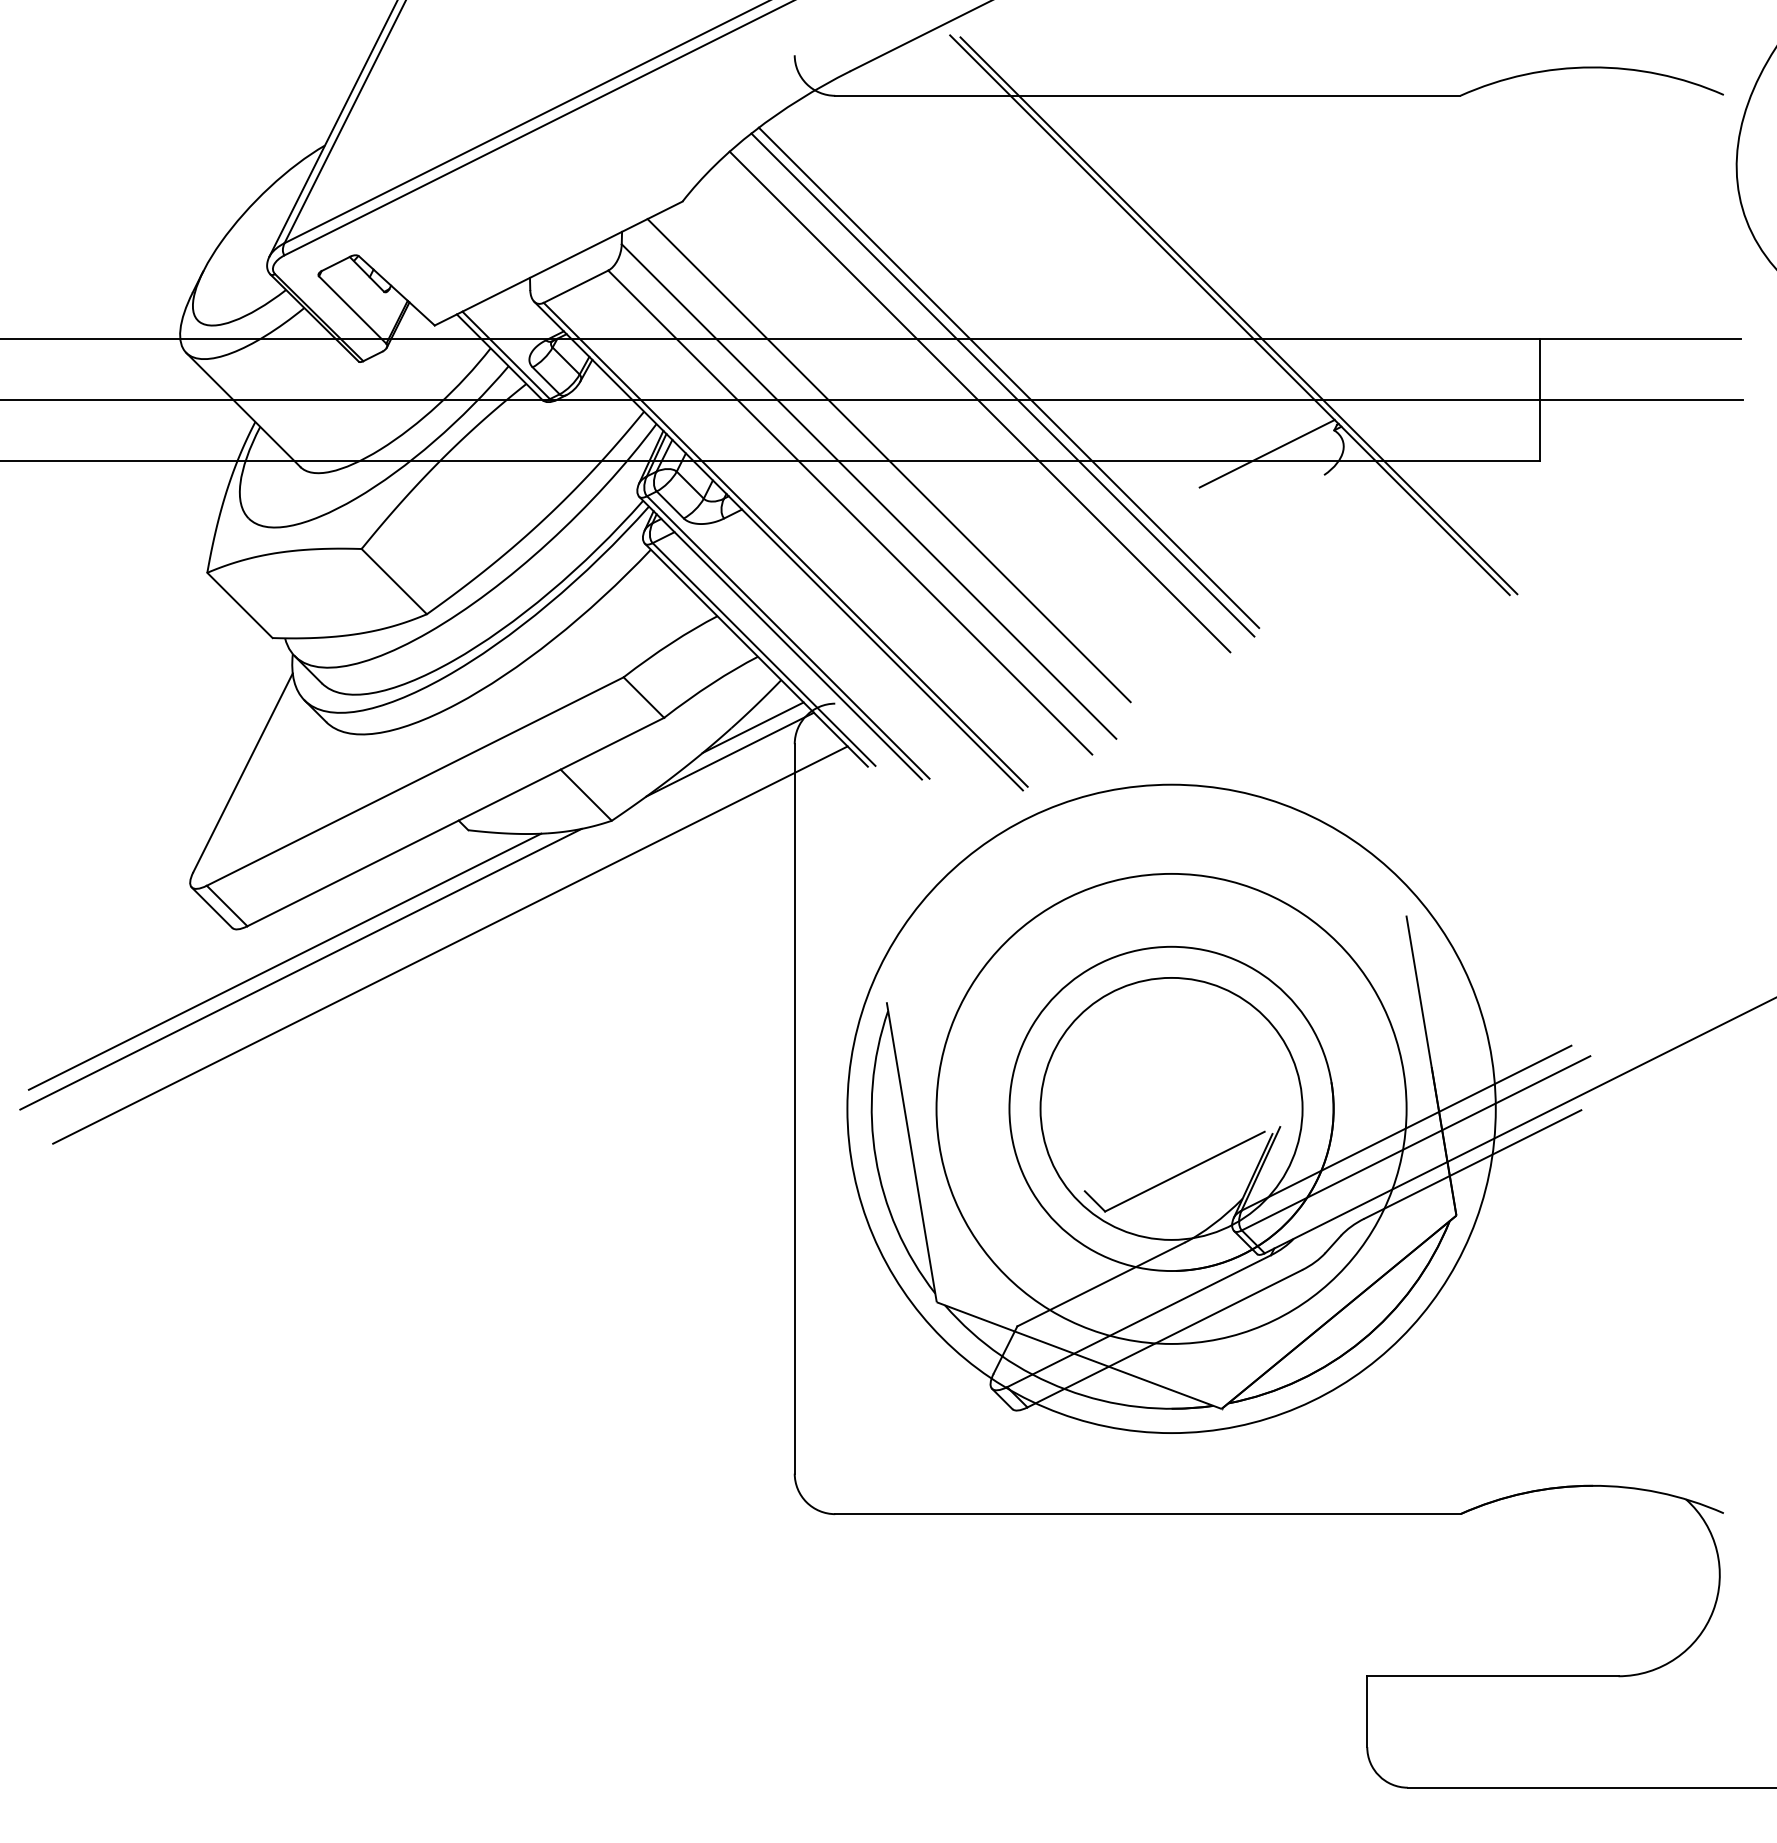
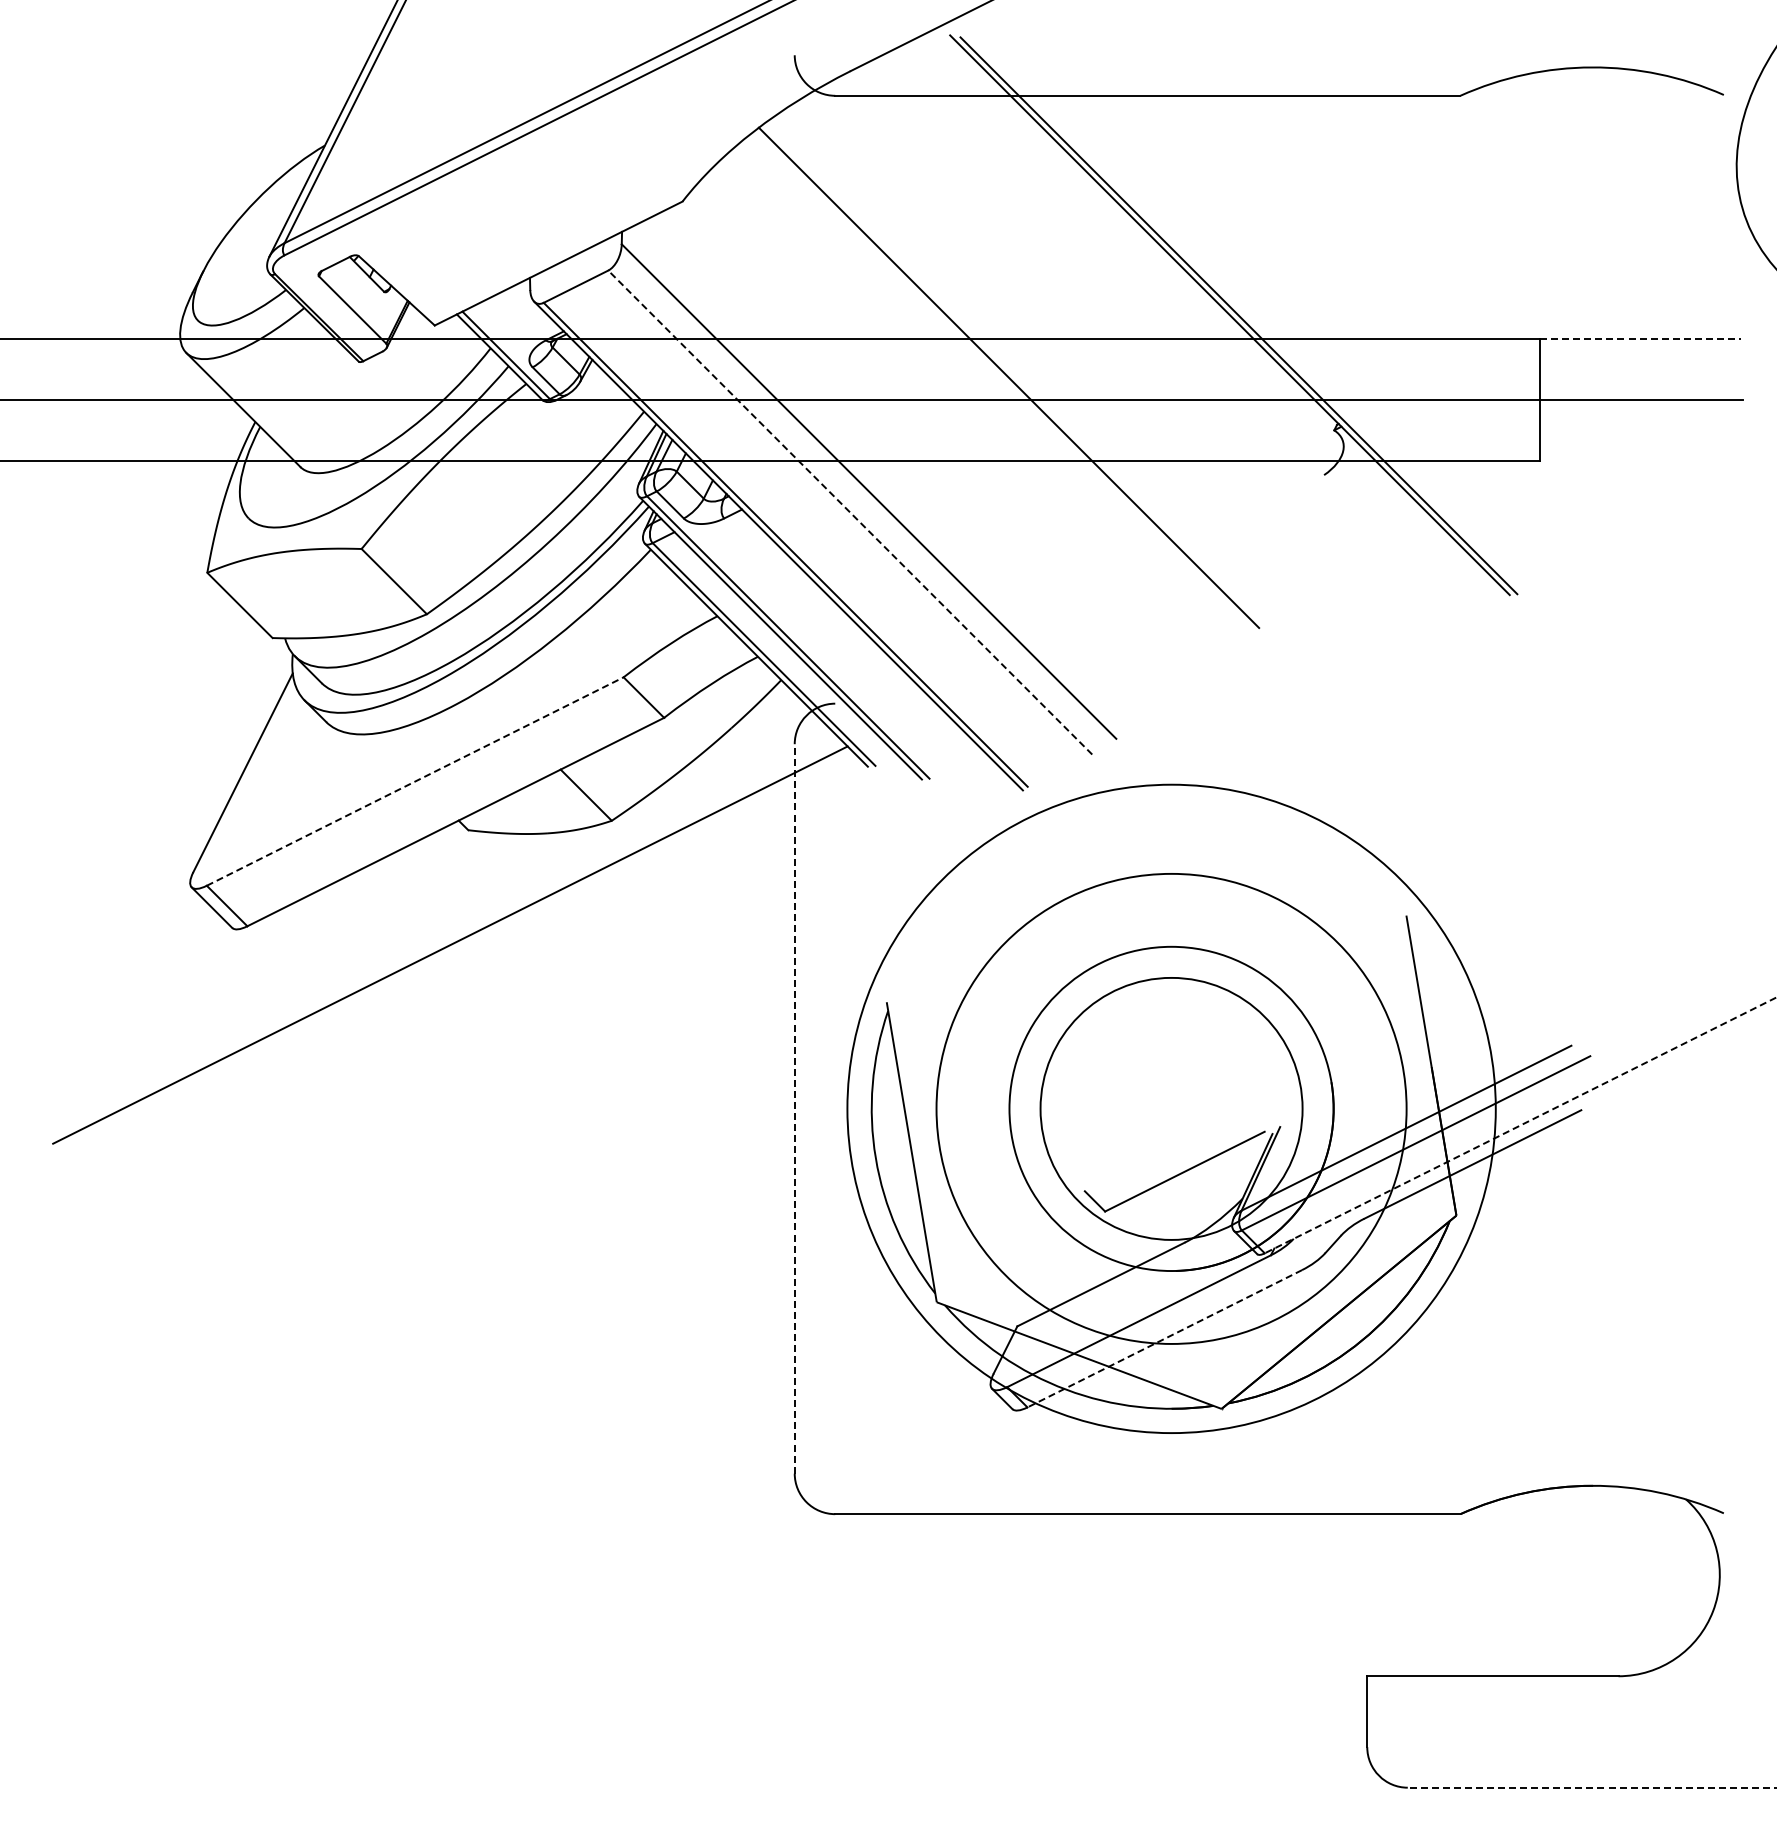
line at (1640, 338): solid -> dashed
line at (1002, 384): present -> none
line at (979, 401): present -> none
line at (1266, 453): present -> none
line at (888, 460): present -> none
line at (849, 512): solid -> dashed
line at (752, 727): present -> none
line at (729, 754): present -> none
line at (415, 781): solid -> dashed
line at (284, 961): present -> none
line at (300, 968): present -> none
line at (794, 1108): solid -> dashed
line at (1520, 1125): solid -> dashed
line at (1164, 1338): solid -> dashed
line at (1591, 1787): solid -> dashed
